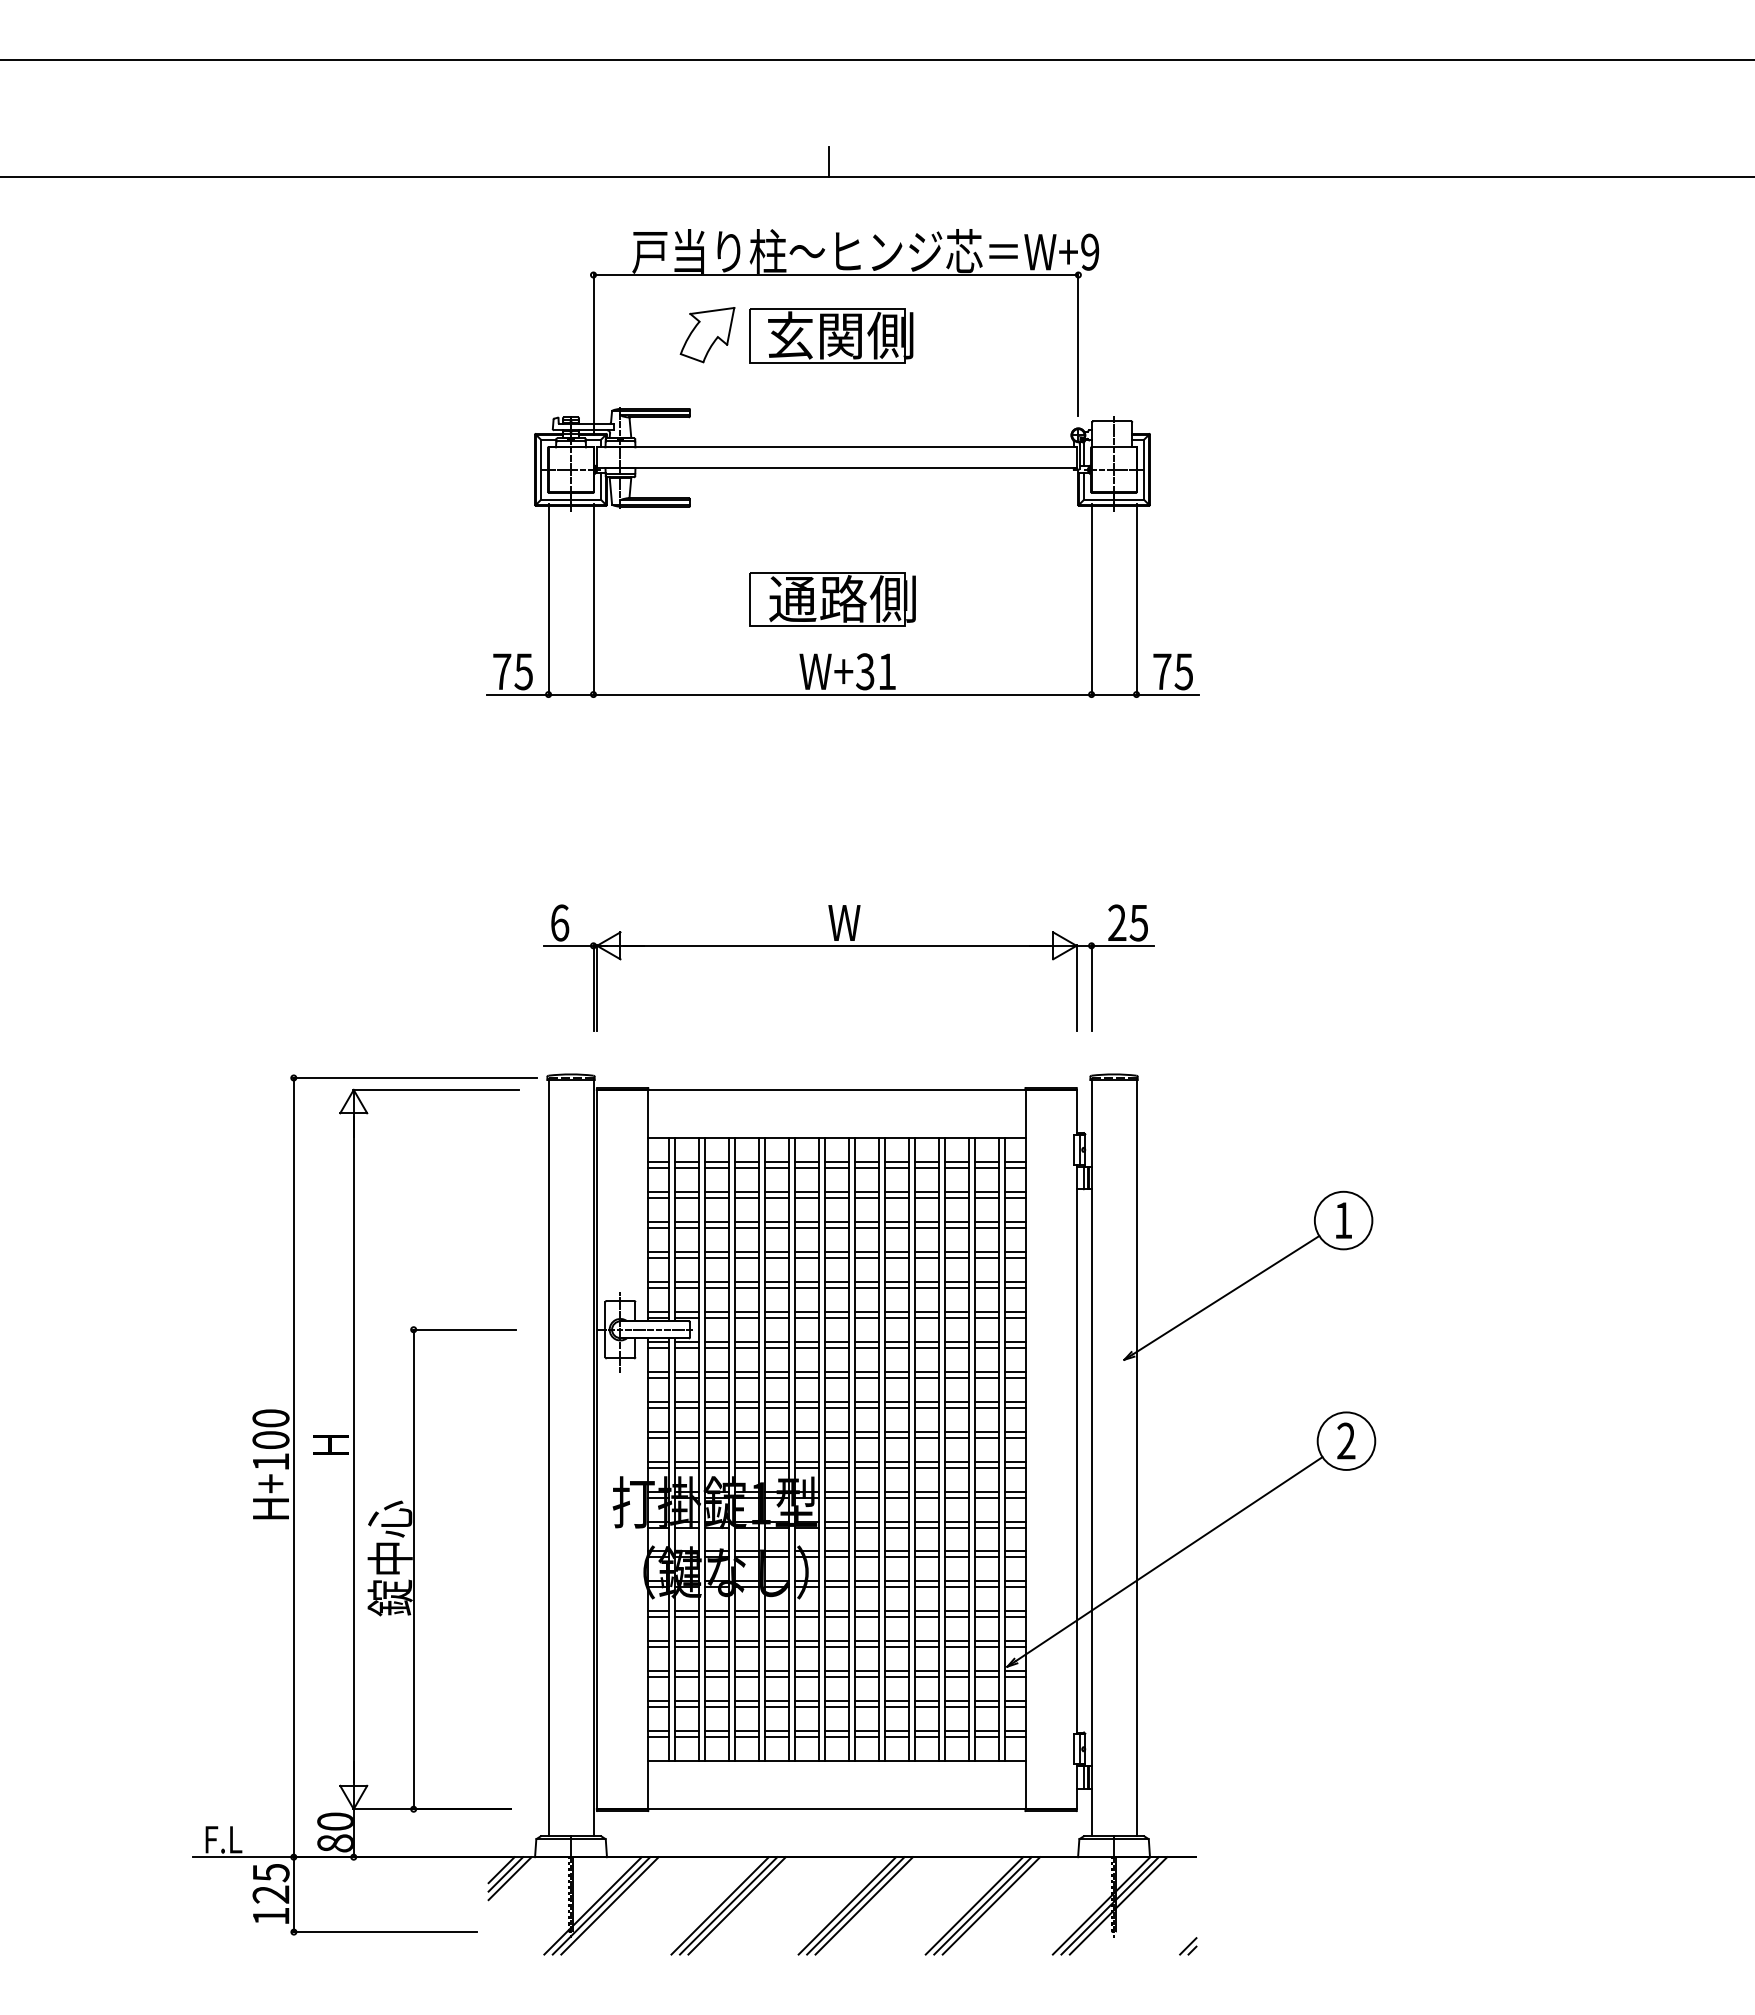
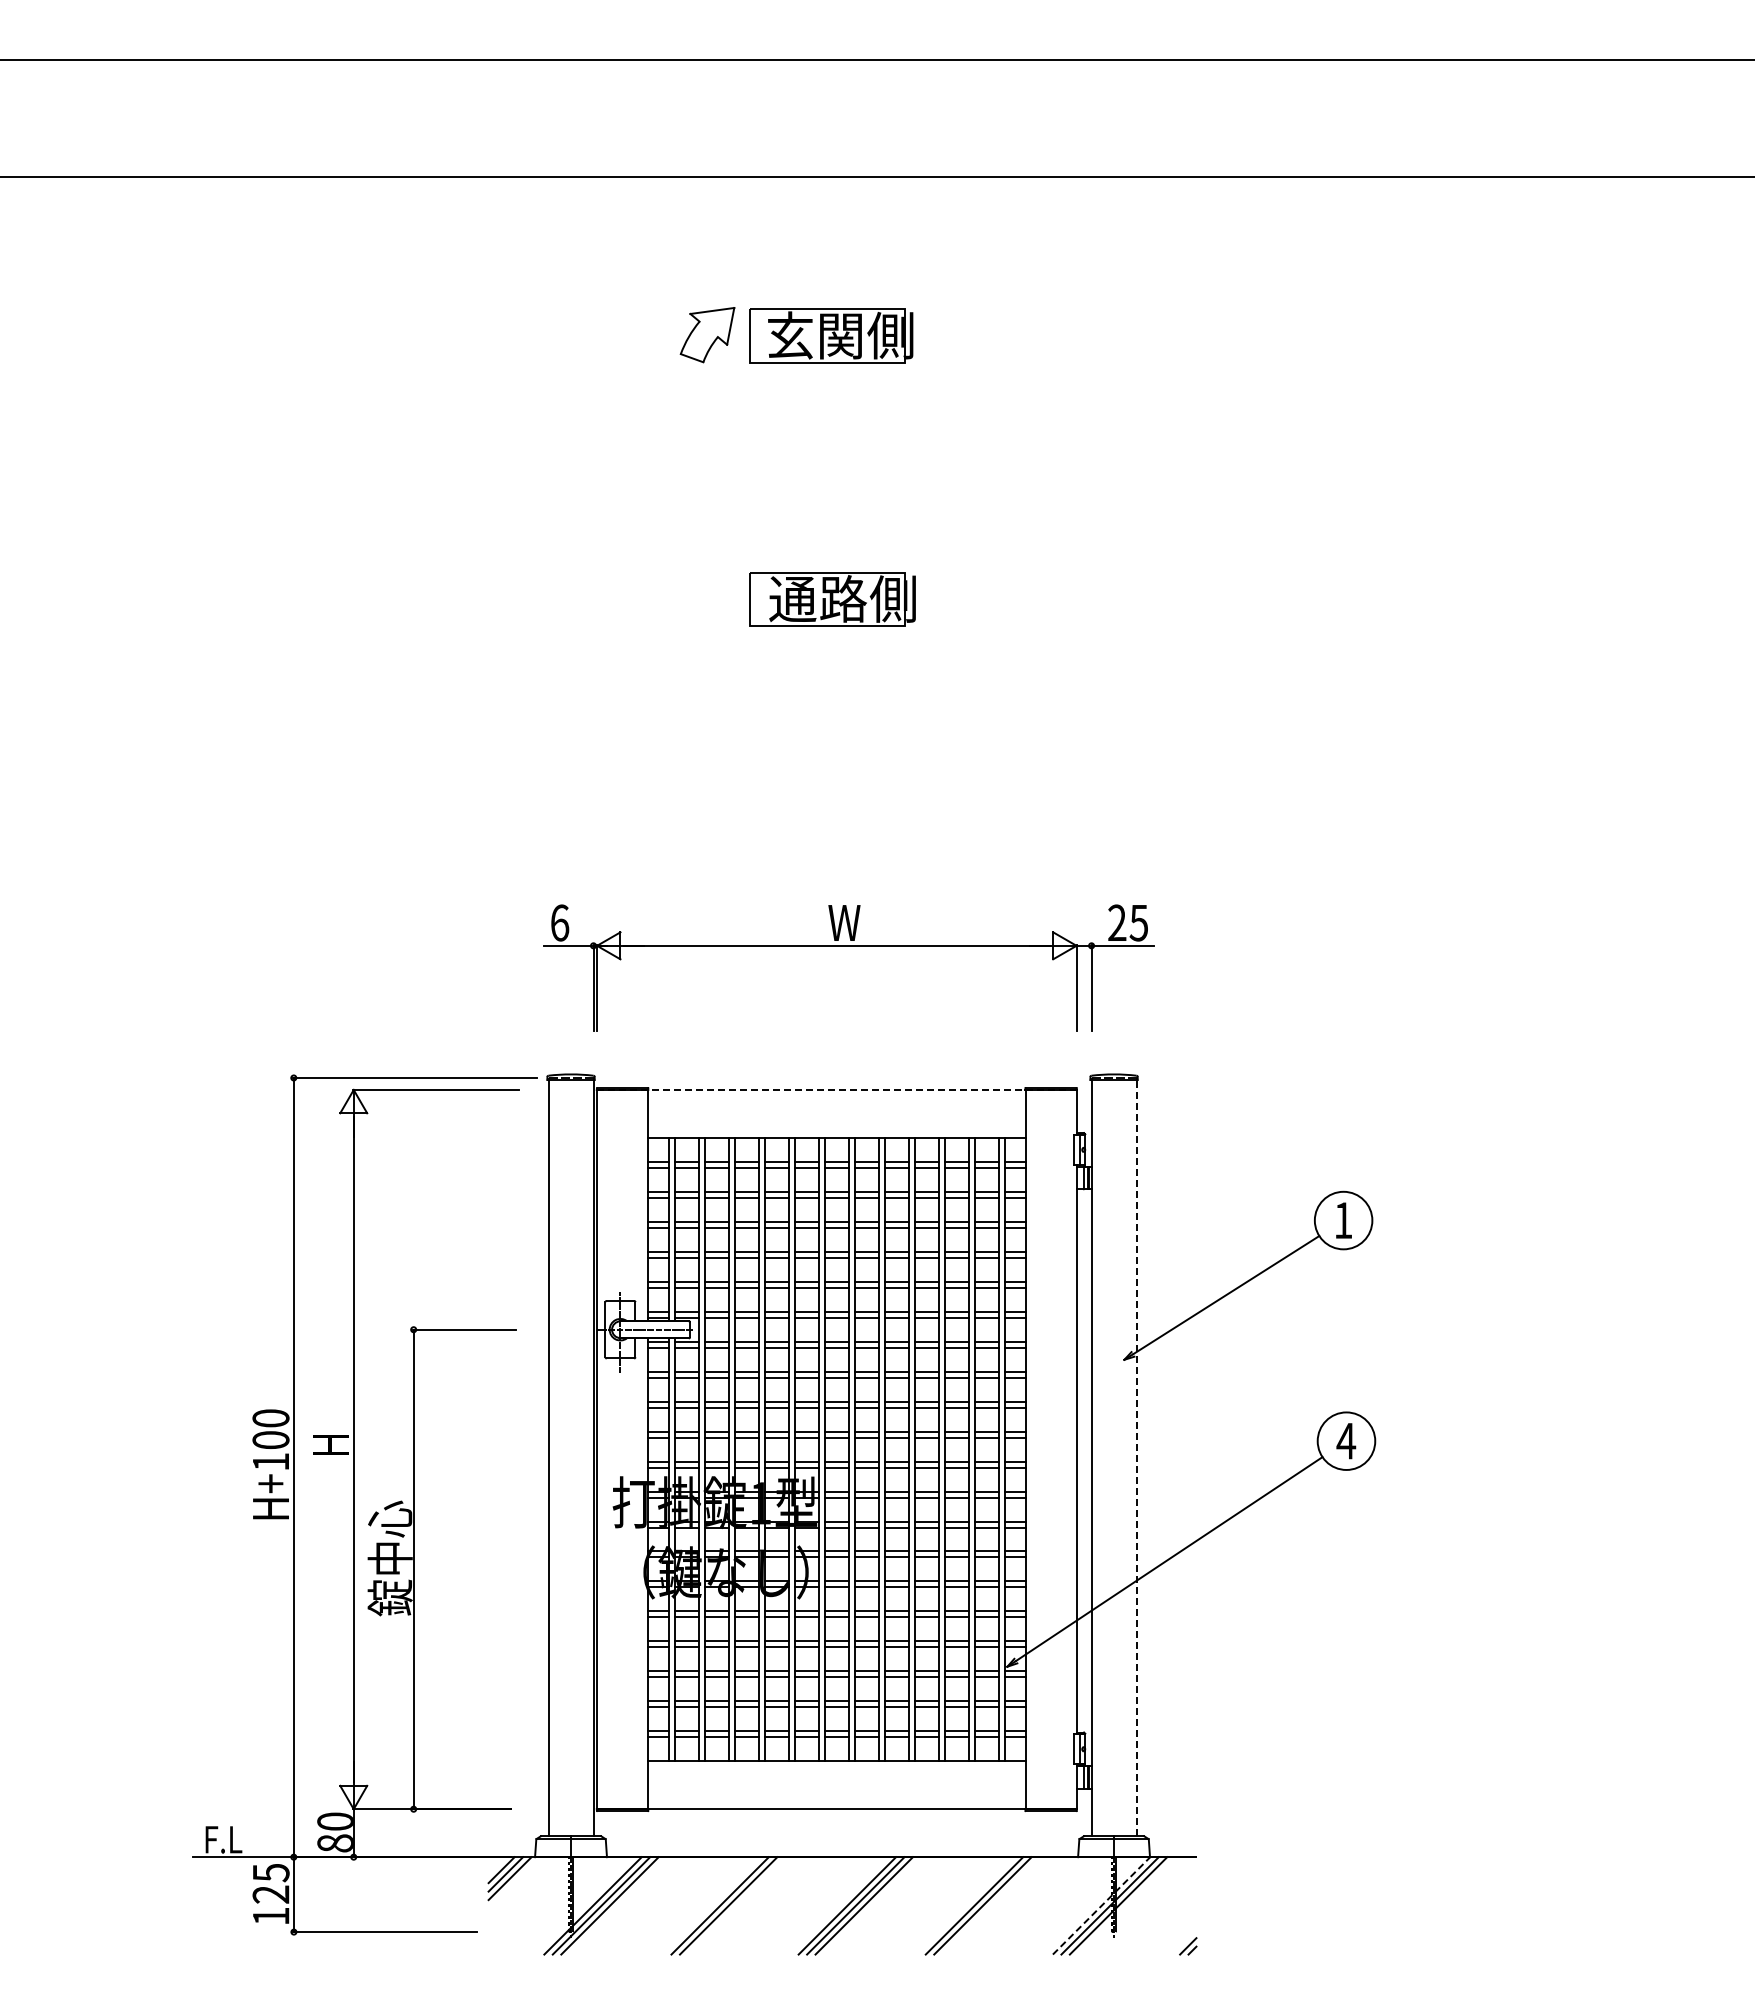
line at (829, 162): present -> none
part at (842, 463): present -> none
line at (836, 1089): solid -> dashed
text at (1346, 1440): 2 -> 4
line at (1136, 1457): solid -> dashed
line at (736, 1905): present -> none
line at (991, 1905): present -> none
line at (1101, 1905): solid -> dashed
